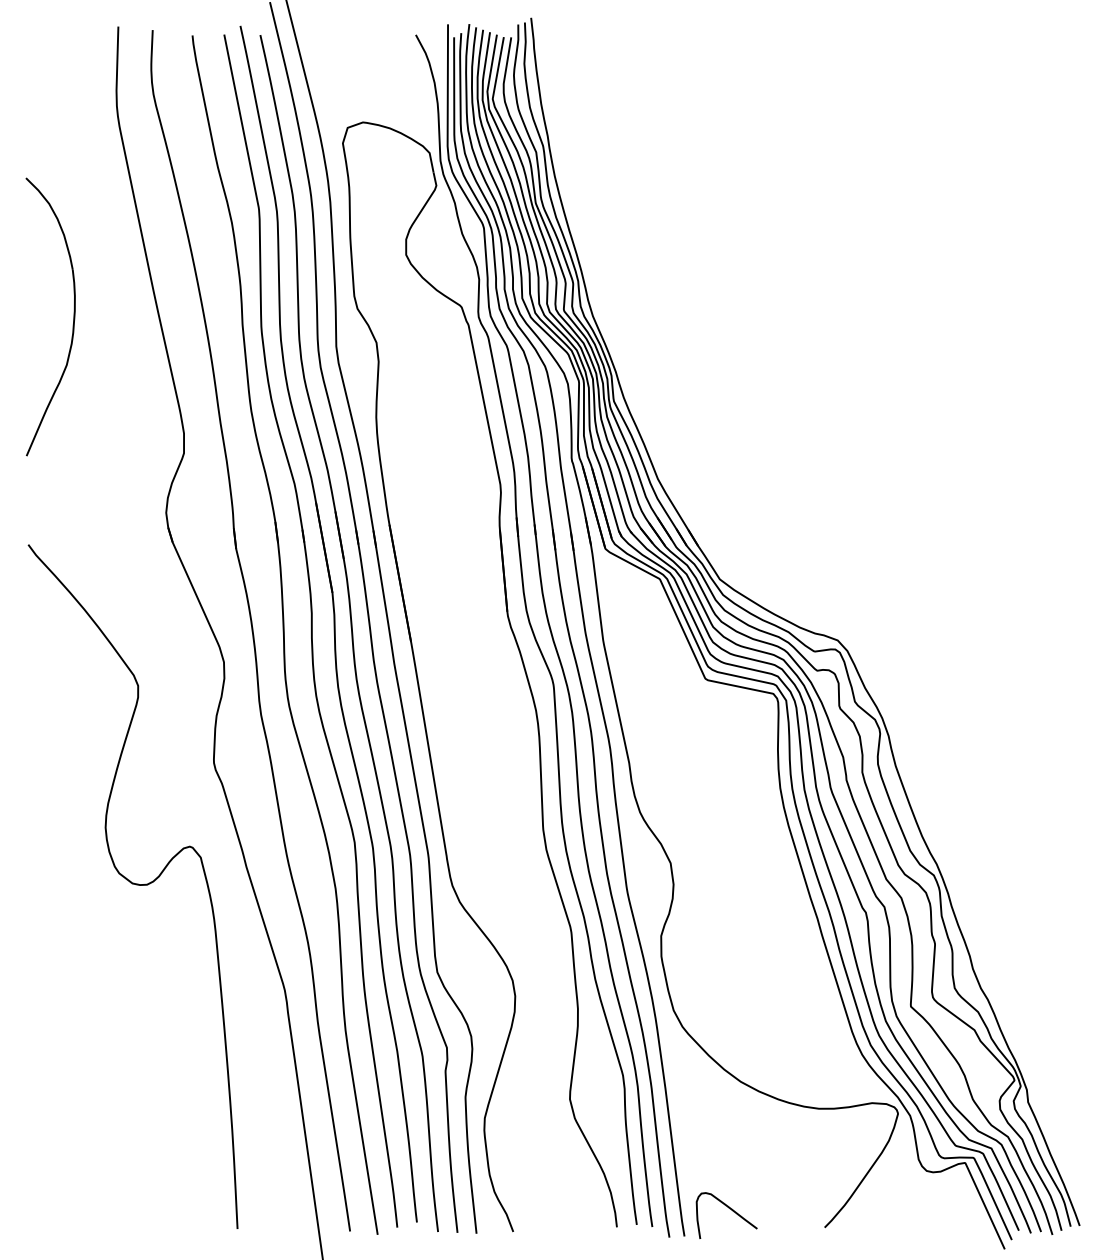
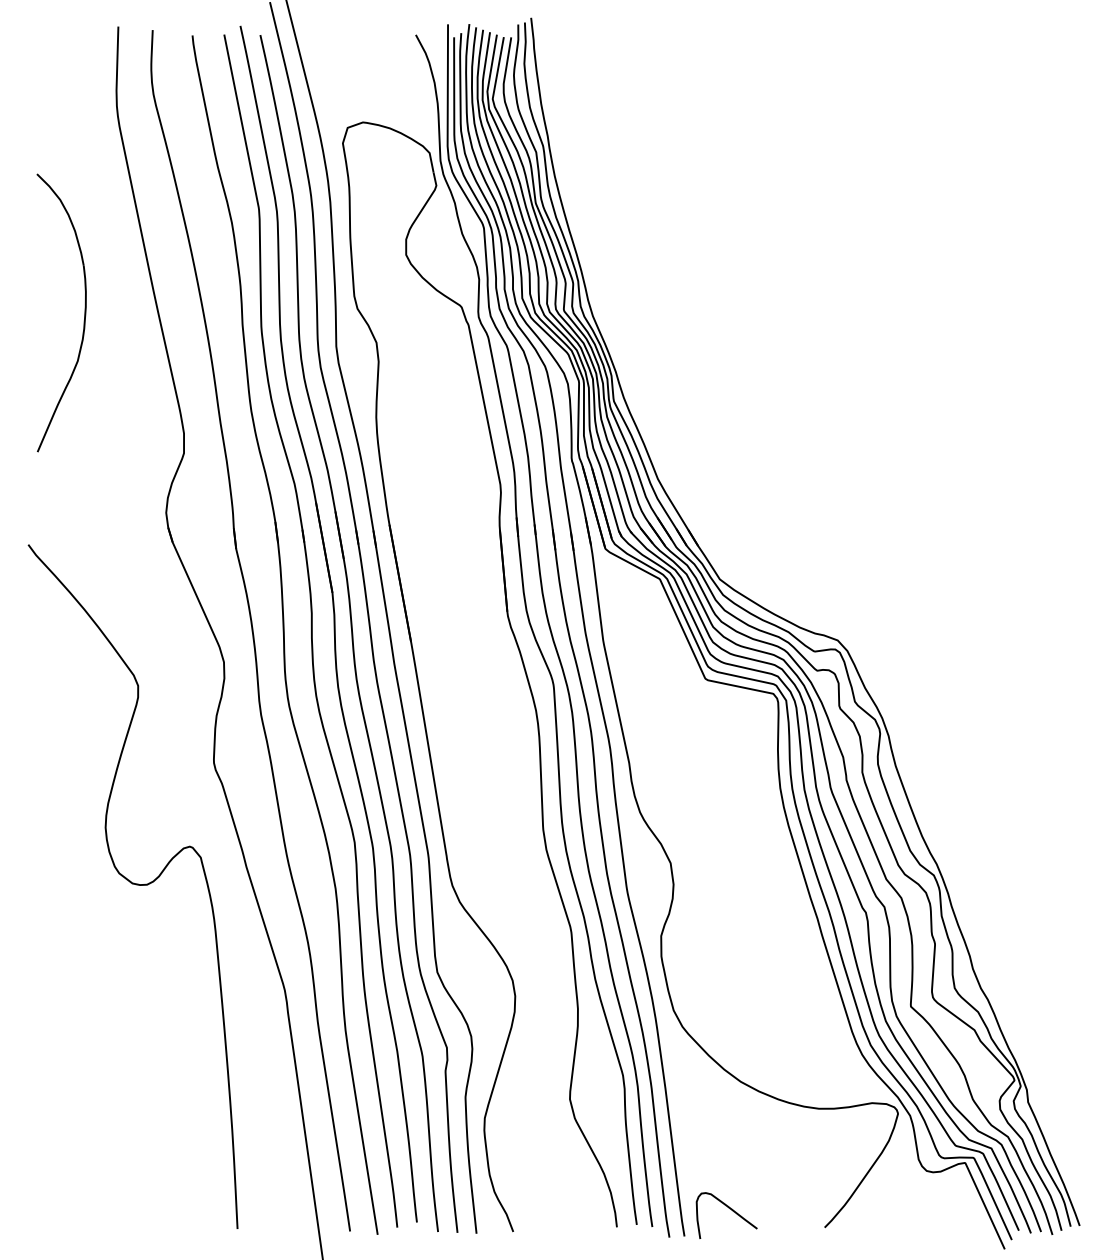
part at (73, 316) position: (73, 316) -> (84, 312)
